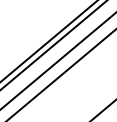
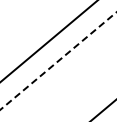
line at (53, 45): present -> none
line at (58, 61): solid -> dashed
line at (61, 74): present -> none
